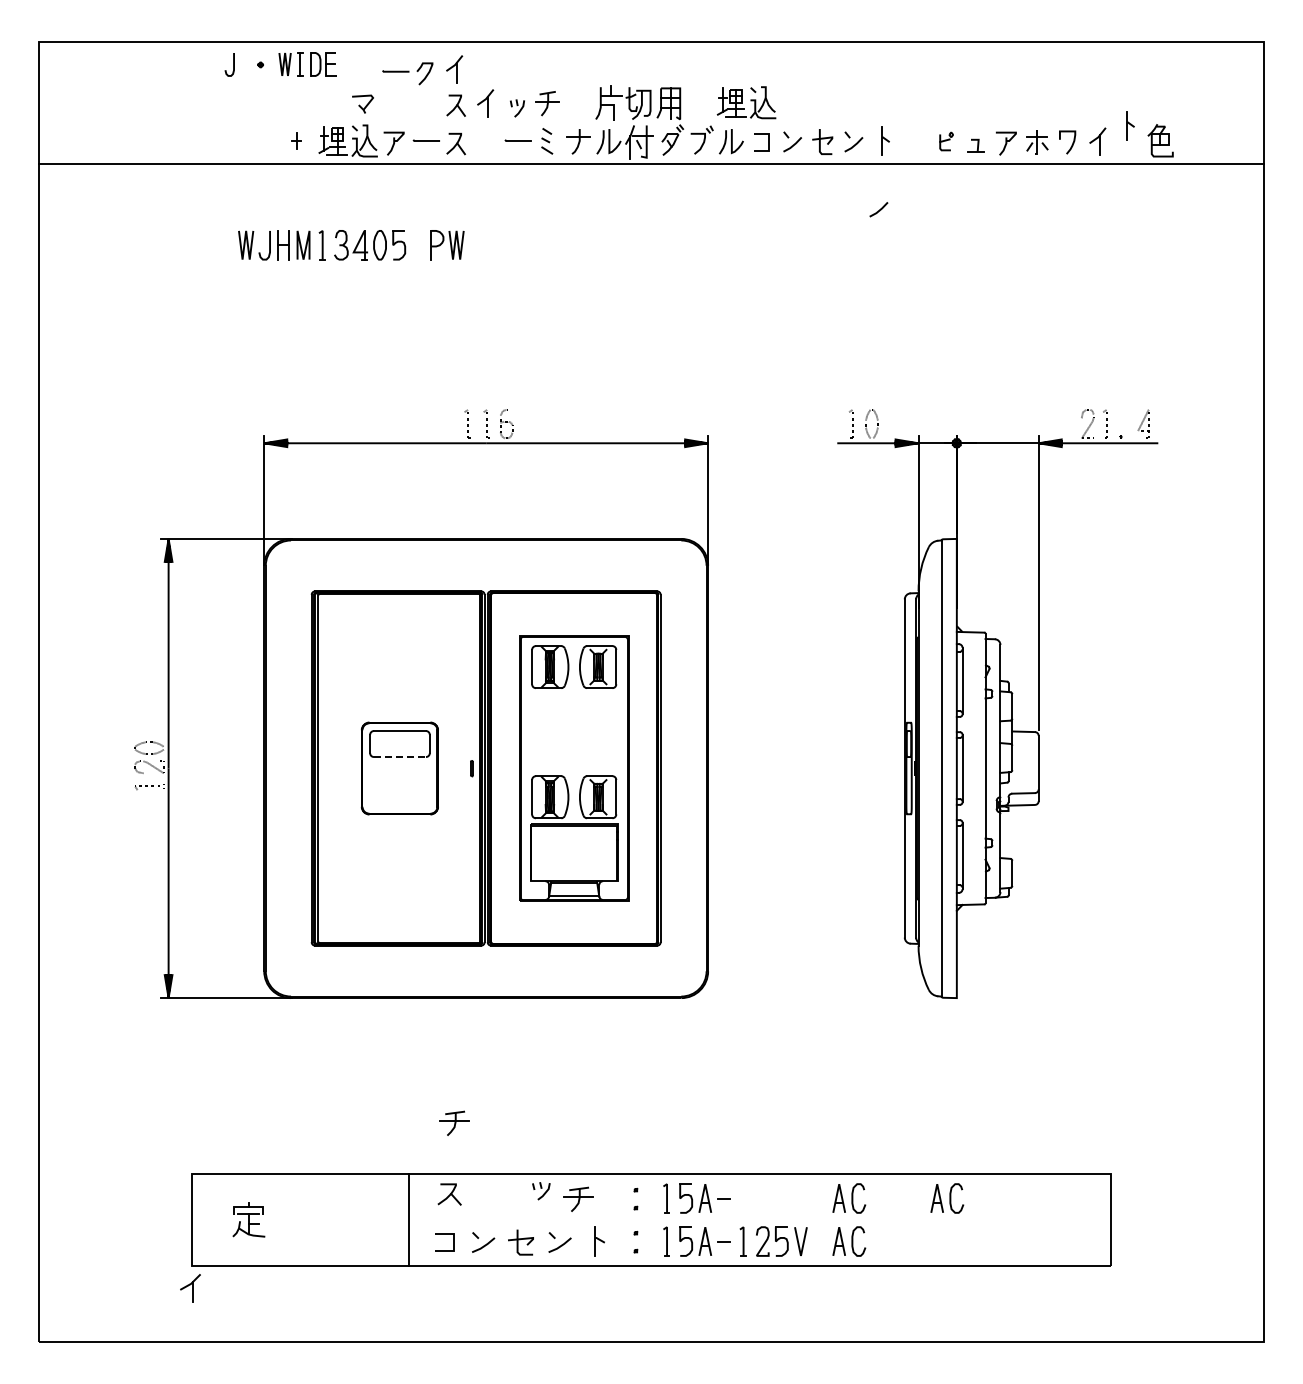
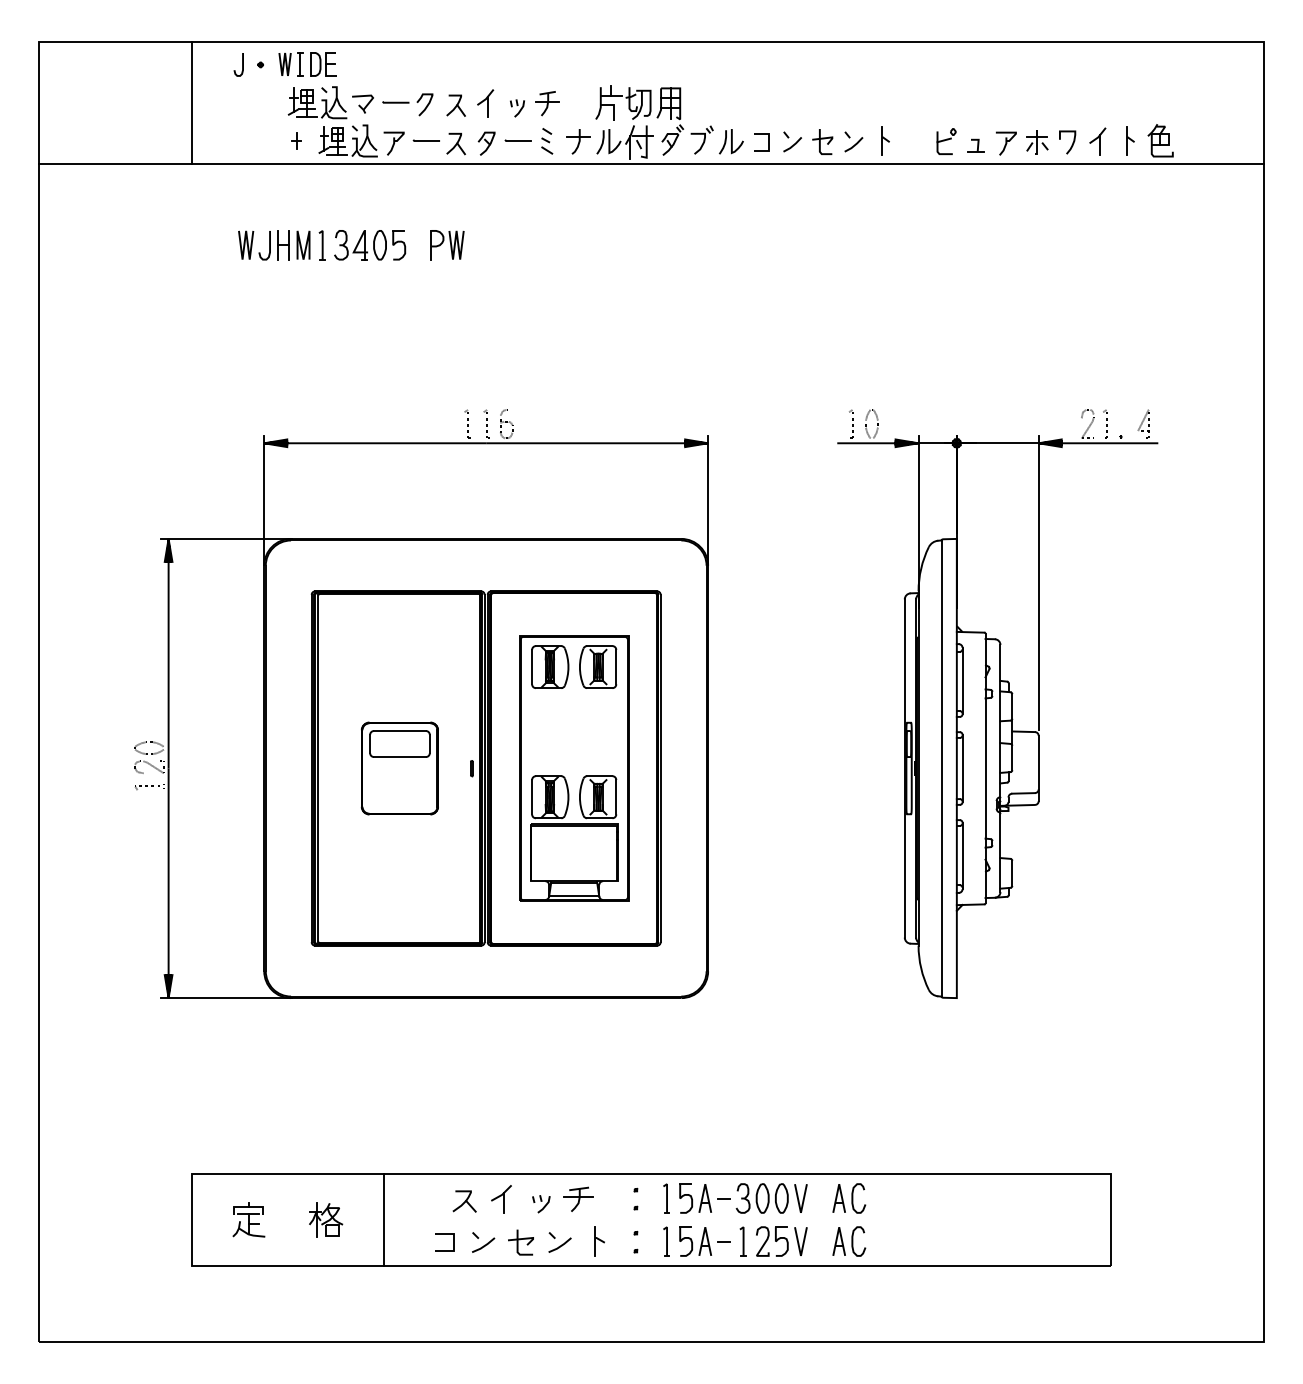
curve at (233, 64) position: (233, 64) -> (242, 64)
part at (454, 69): present -> none
part at (407, 73) position: (407, 73) -> (407, 104)
line at (192, 102): none -> present
part at (746, 102) position: (746, 102) -> (317, 102)
part at (1130, 125) position: (1130, 125) -> (1130, 140)
part at (946, 141) size: 15x21 px -> 21x27 px
part at (486, 143): none -> present
line at (879, 209): present -> none
line at (400, 757): dashed -> solid
part at (454, 1122): present -> none
part at (541, 1191) position: (541, 1191) -> (541, 1204)
part at (449, 1194) position: (449, 1194) -> (464, 1201)
part at (771, 1198): none -> present
part at (947, 1198): present -> none
part at (326, 1219): none -> present
line at (408, 1219) position: (408, 1219) -> (383, 1219)
part at (190, 1288) position: (190, 1288) -> (501, 1199)
